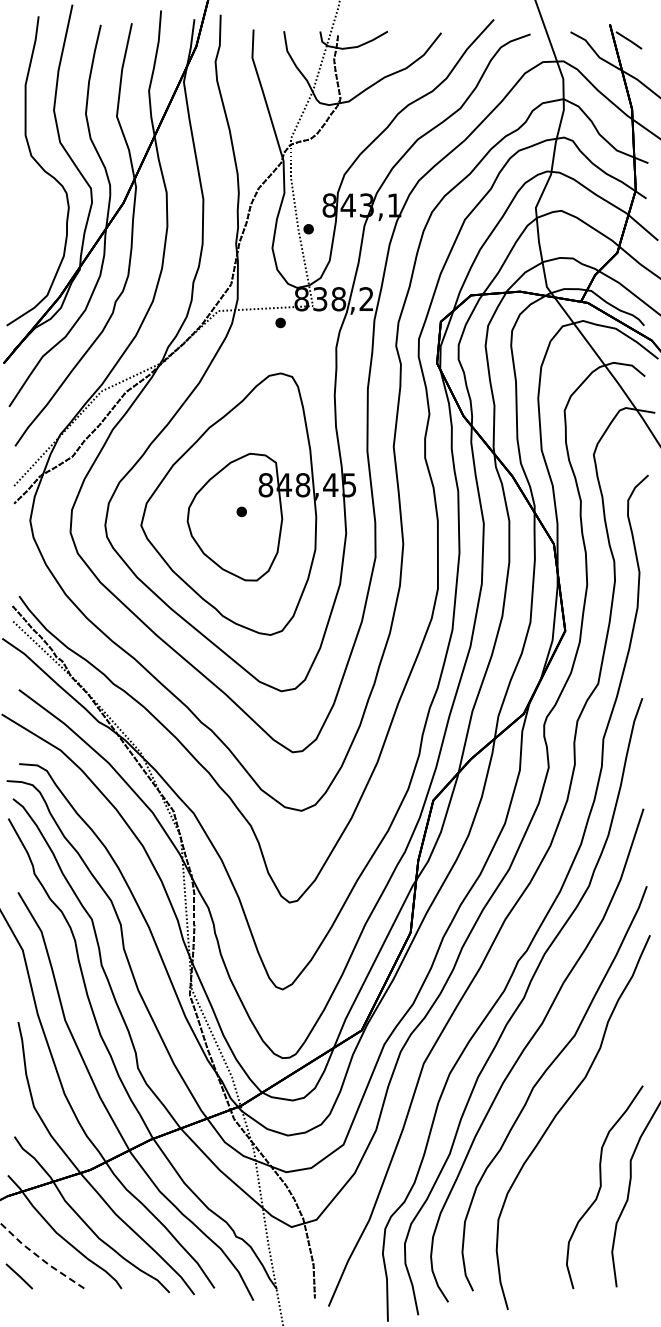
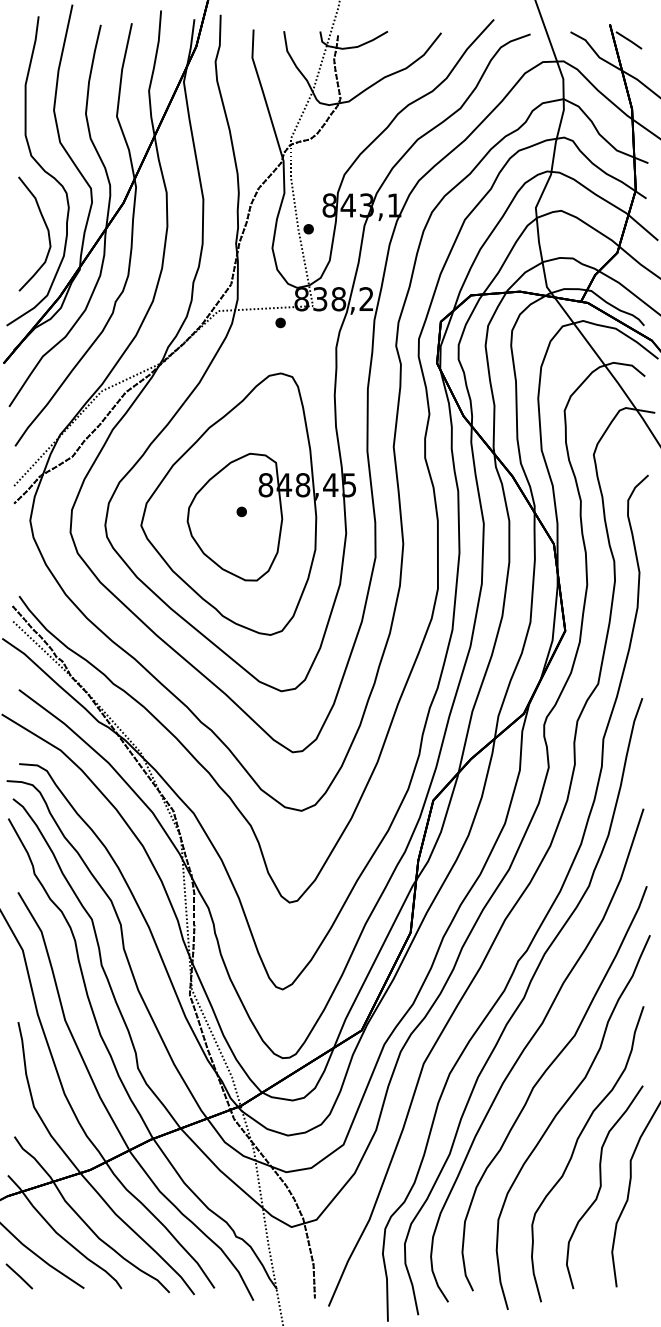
curve at (46, 228): none -> present
curve at (574, 1151): none -> present
line at (40, 1258): dashed -> solid
